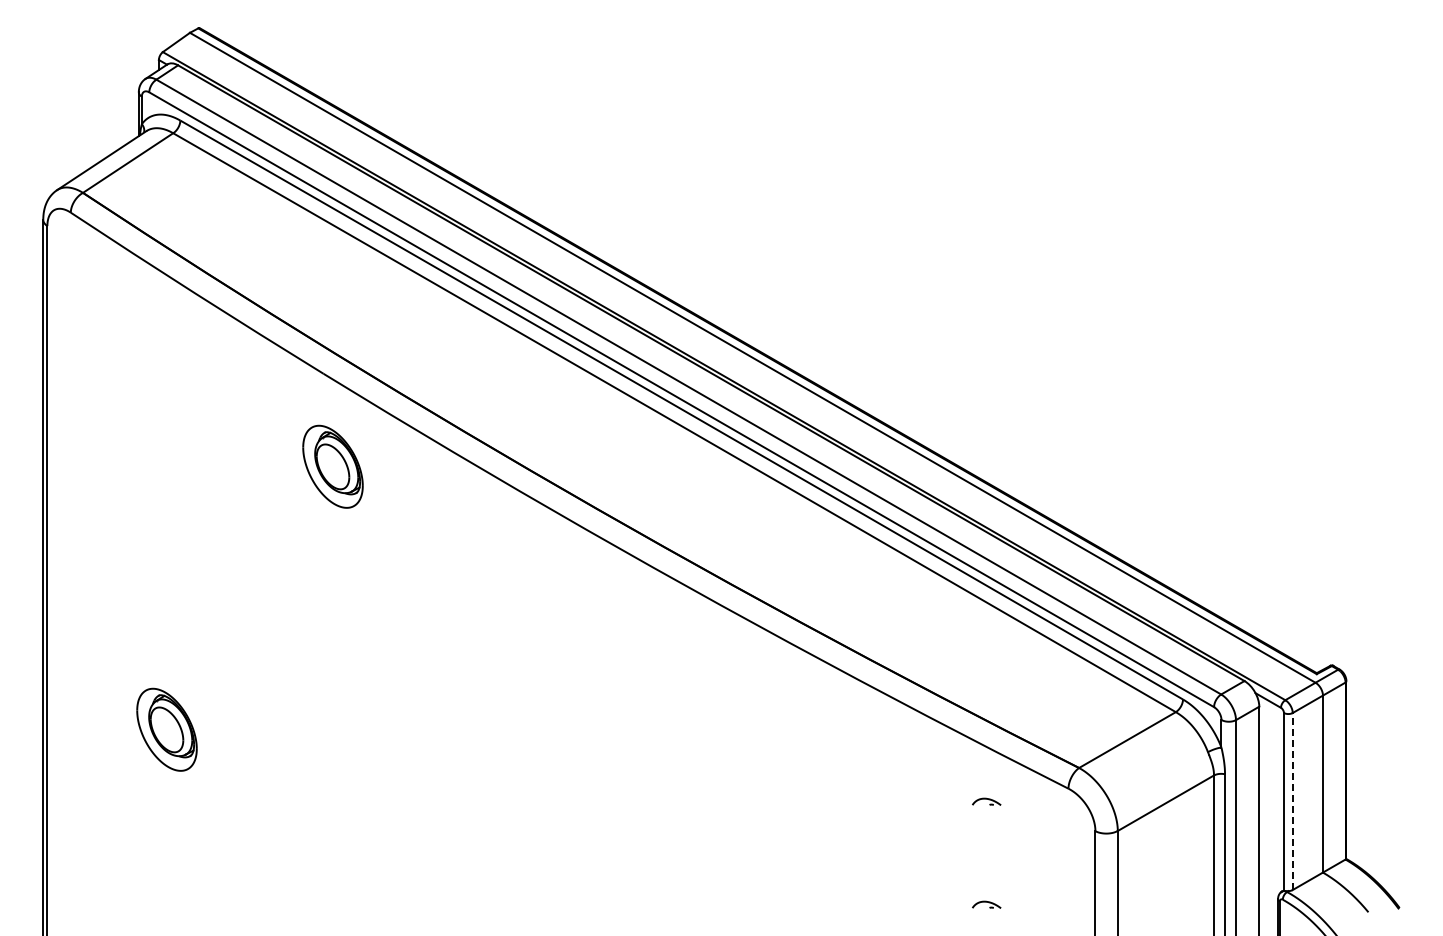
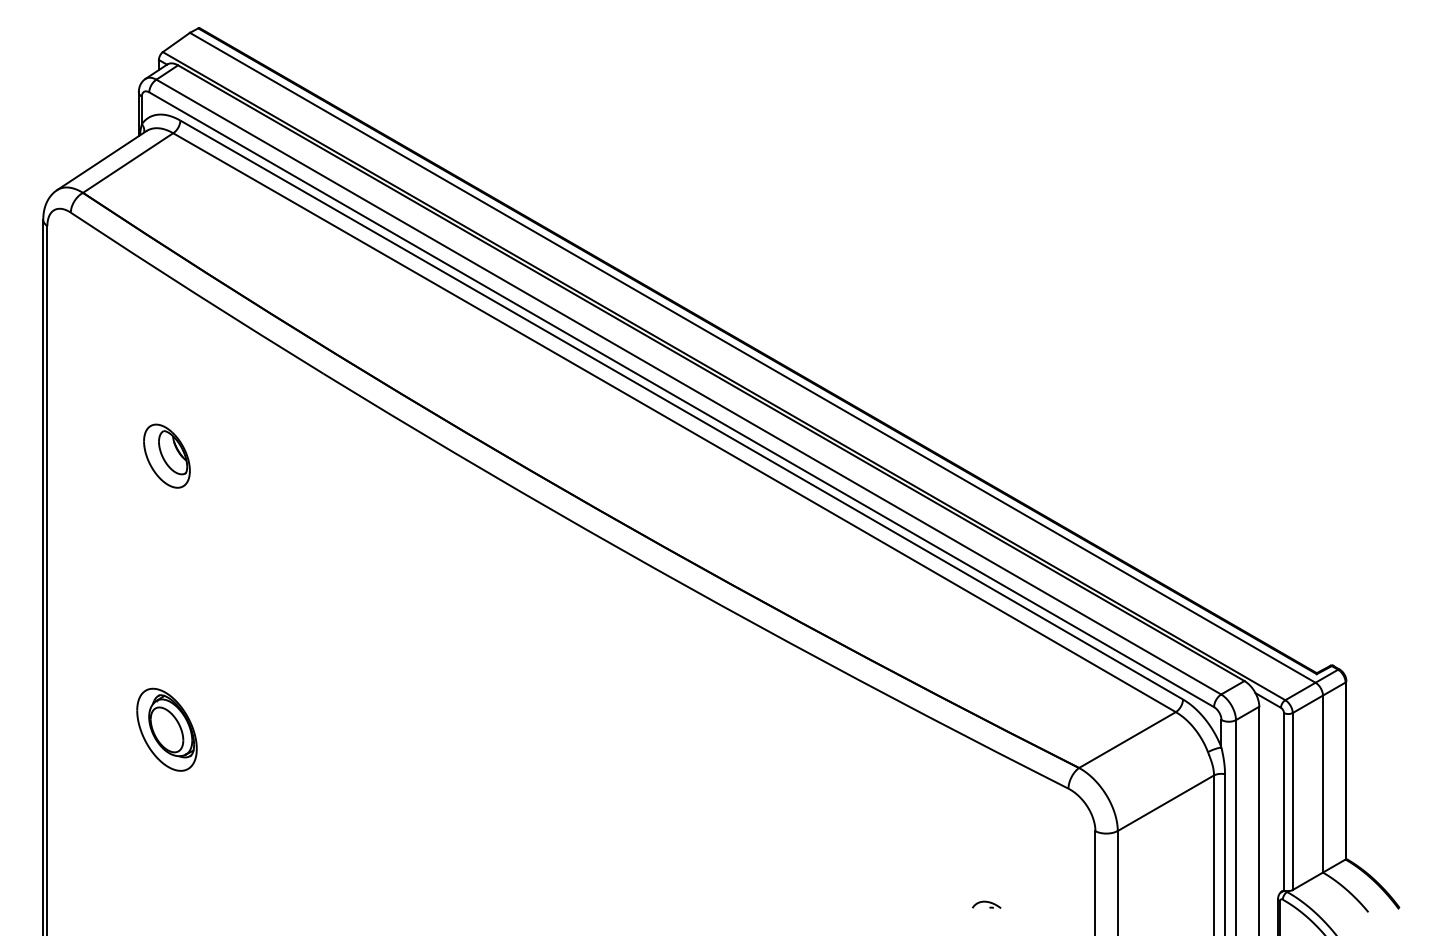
part at (166, 455): none -> present
part at (332, 466): present -> none
part at (986, 801): present -> none
line at (1292, 801): dashed -> solid
